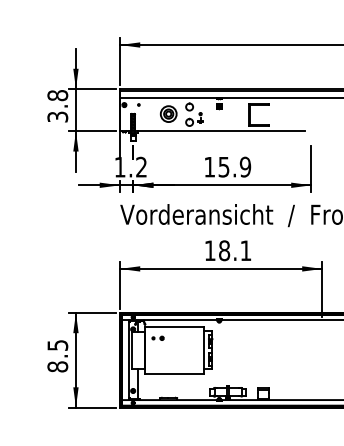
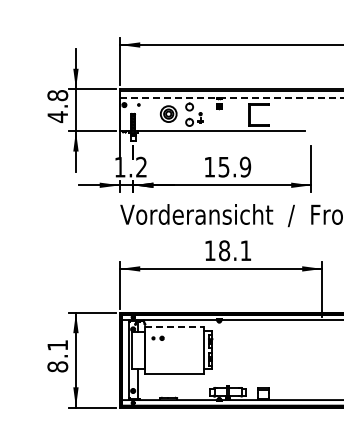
line at (232, 97): solid -> dashed
text at (57, 117): 3.8 -> 4.8
line at (174, 326): solid -> dashed
text at (57, 345): 8.5 -> 8.1
